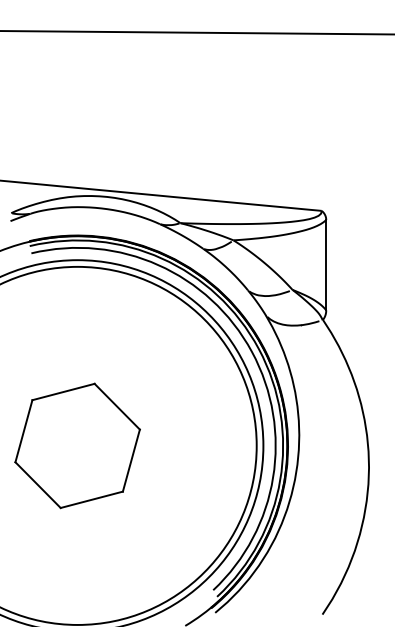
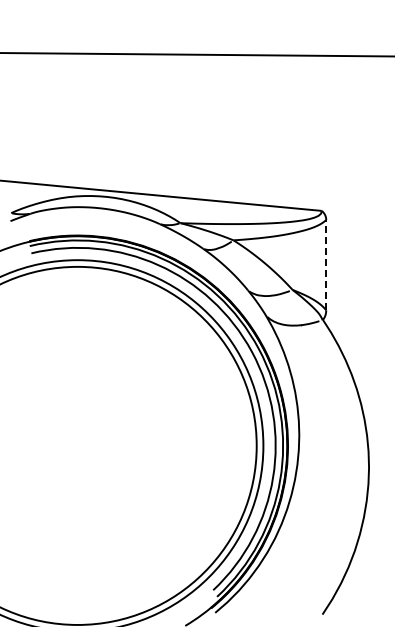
line at (196, 32) position: (196, 32) -> (196, 54)
line at (326, 264): solid -> dashed
part at (77, 445): present -> none
